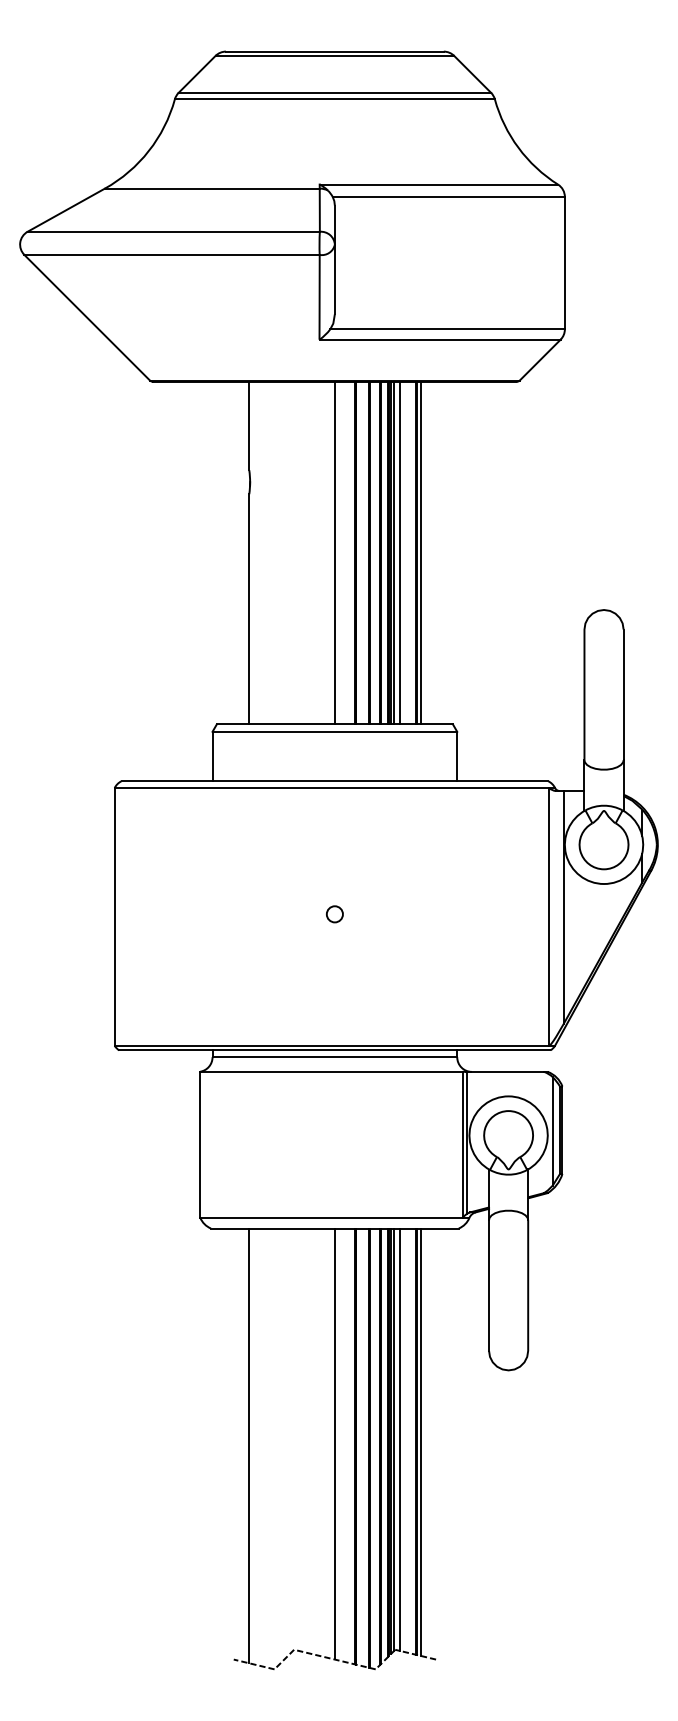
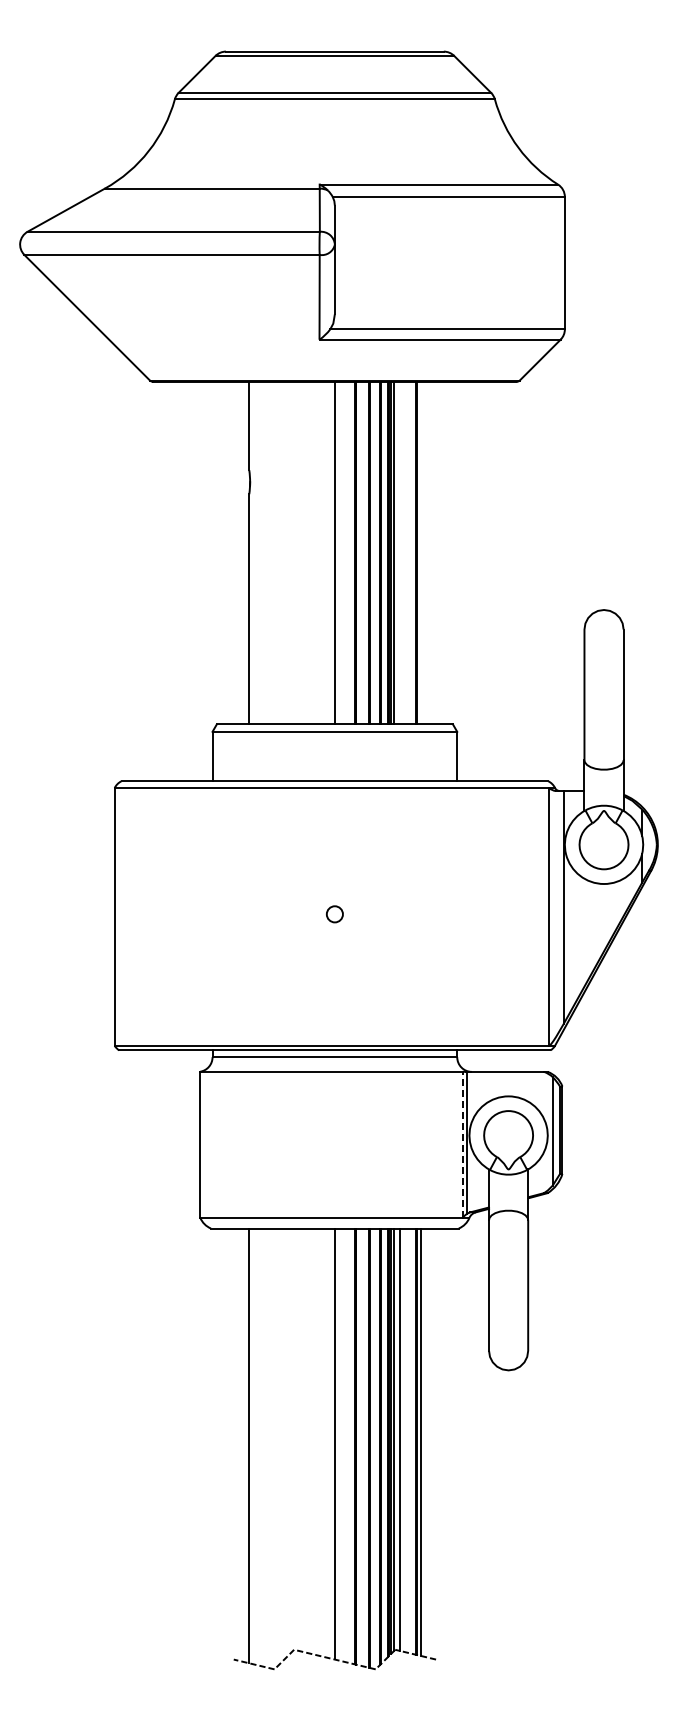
line at (400, 552): present -> none
line at (420, 552): present -> none
line at (462, 1144): solid -> dashed
